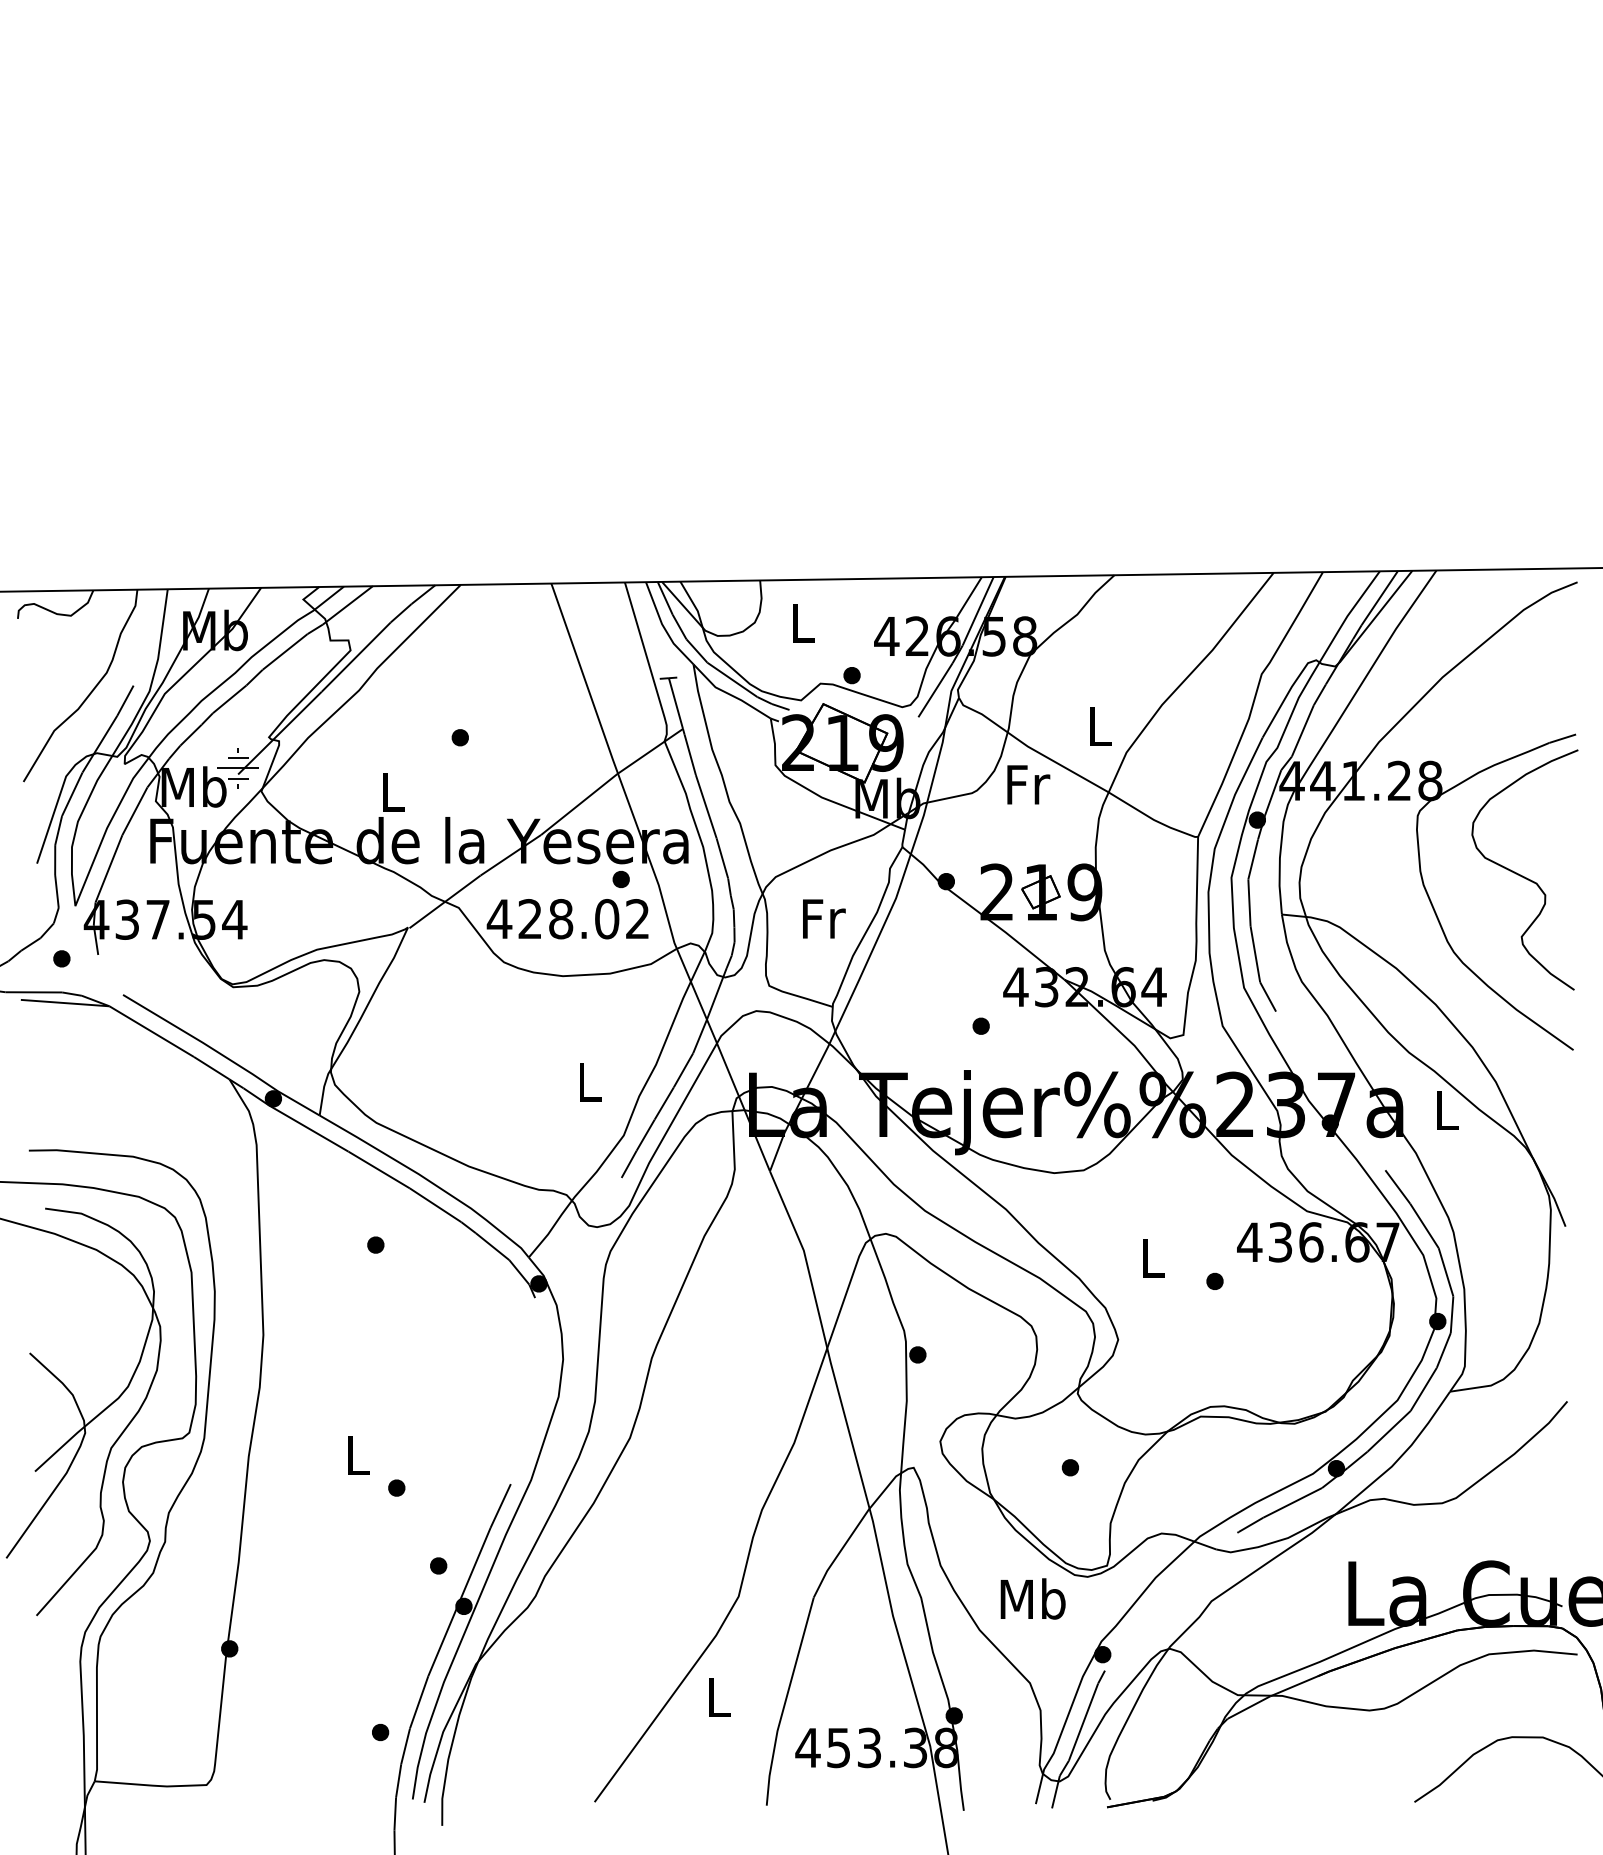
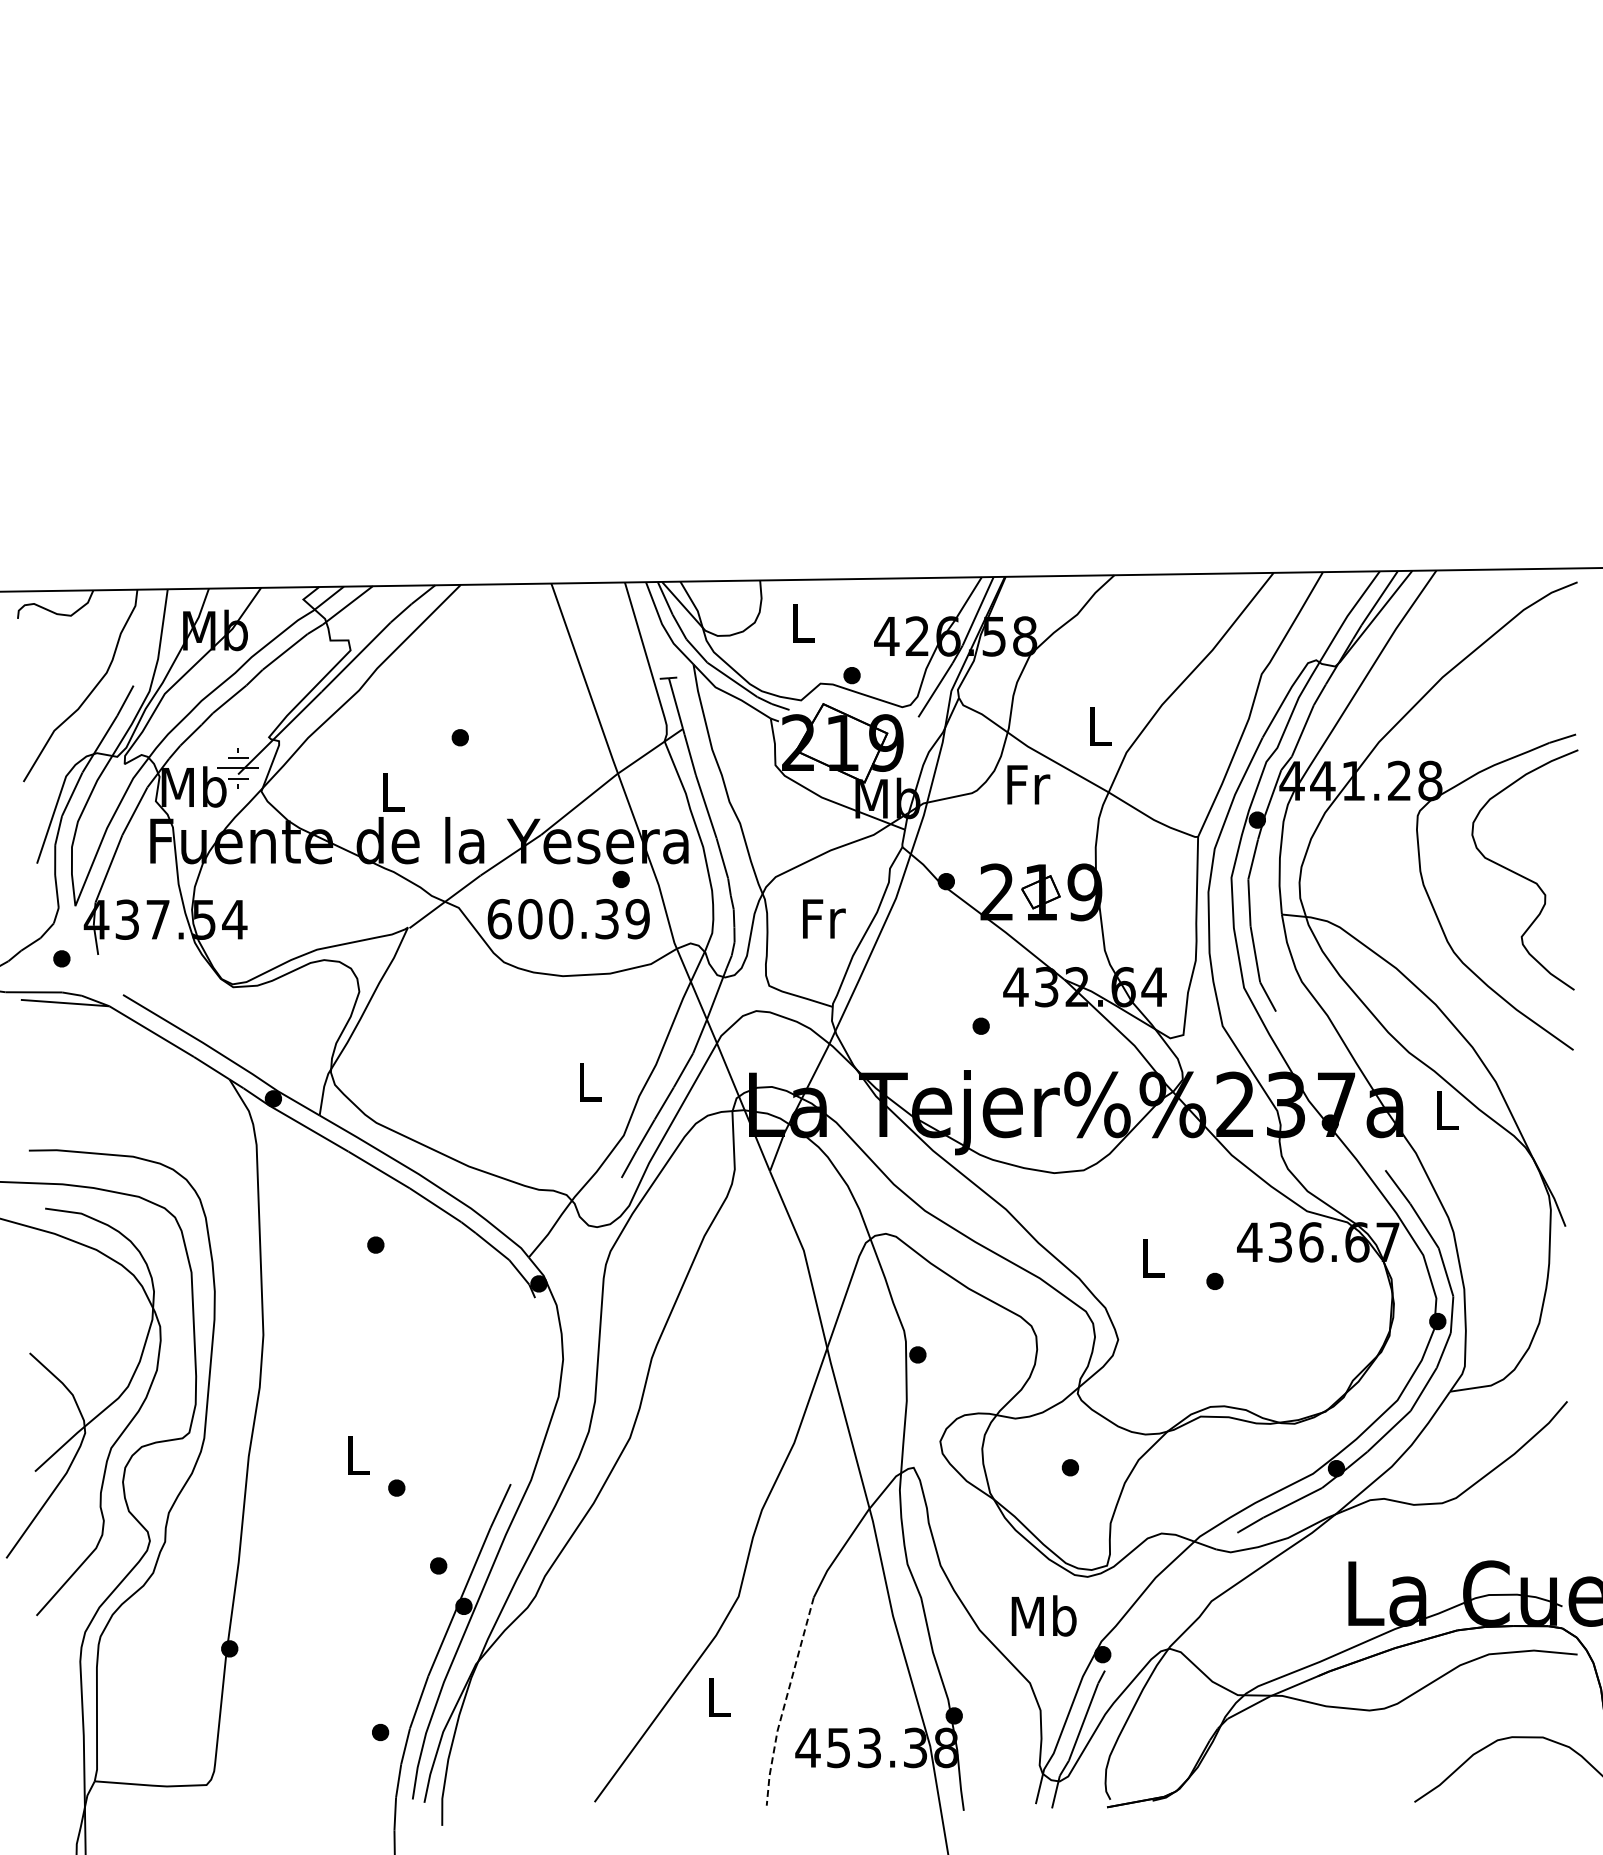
text at (567, 919): 428.02 -> 600.39
text at (1032, 1598) position: (1032, 1598) -> (1043, 1615)
line at (785, 1702): solid -> dashed
